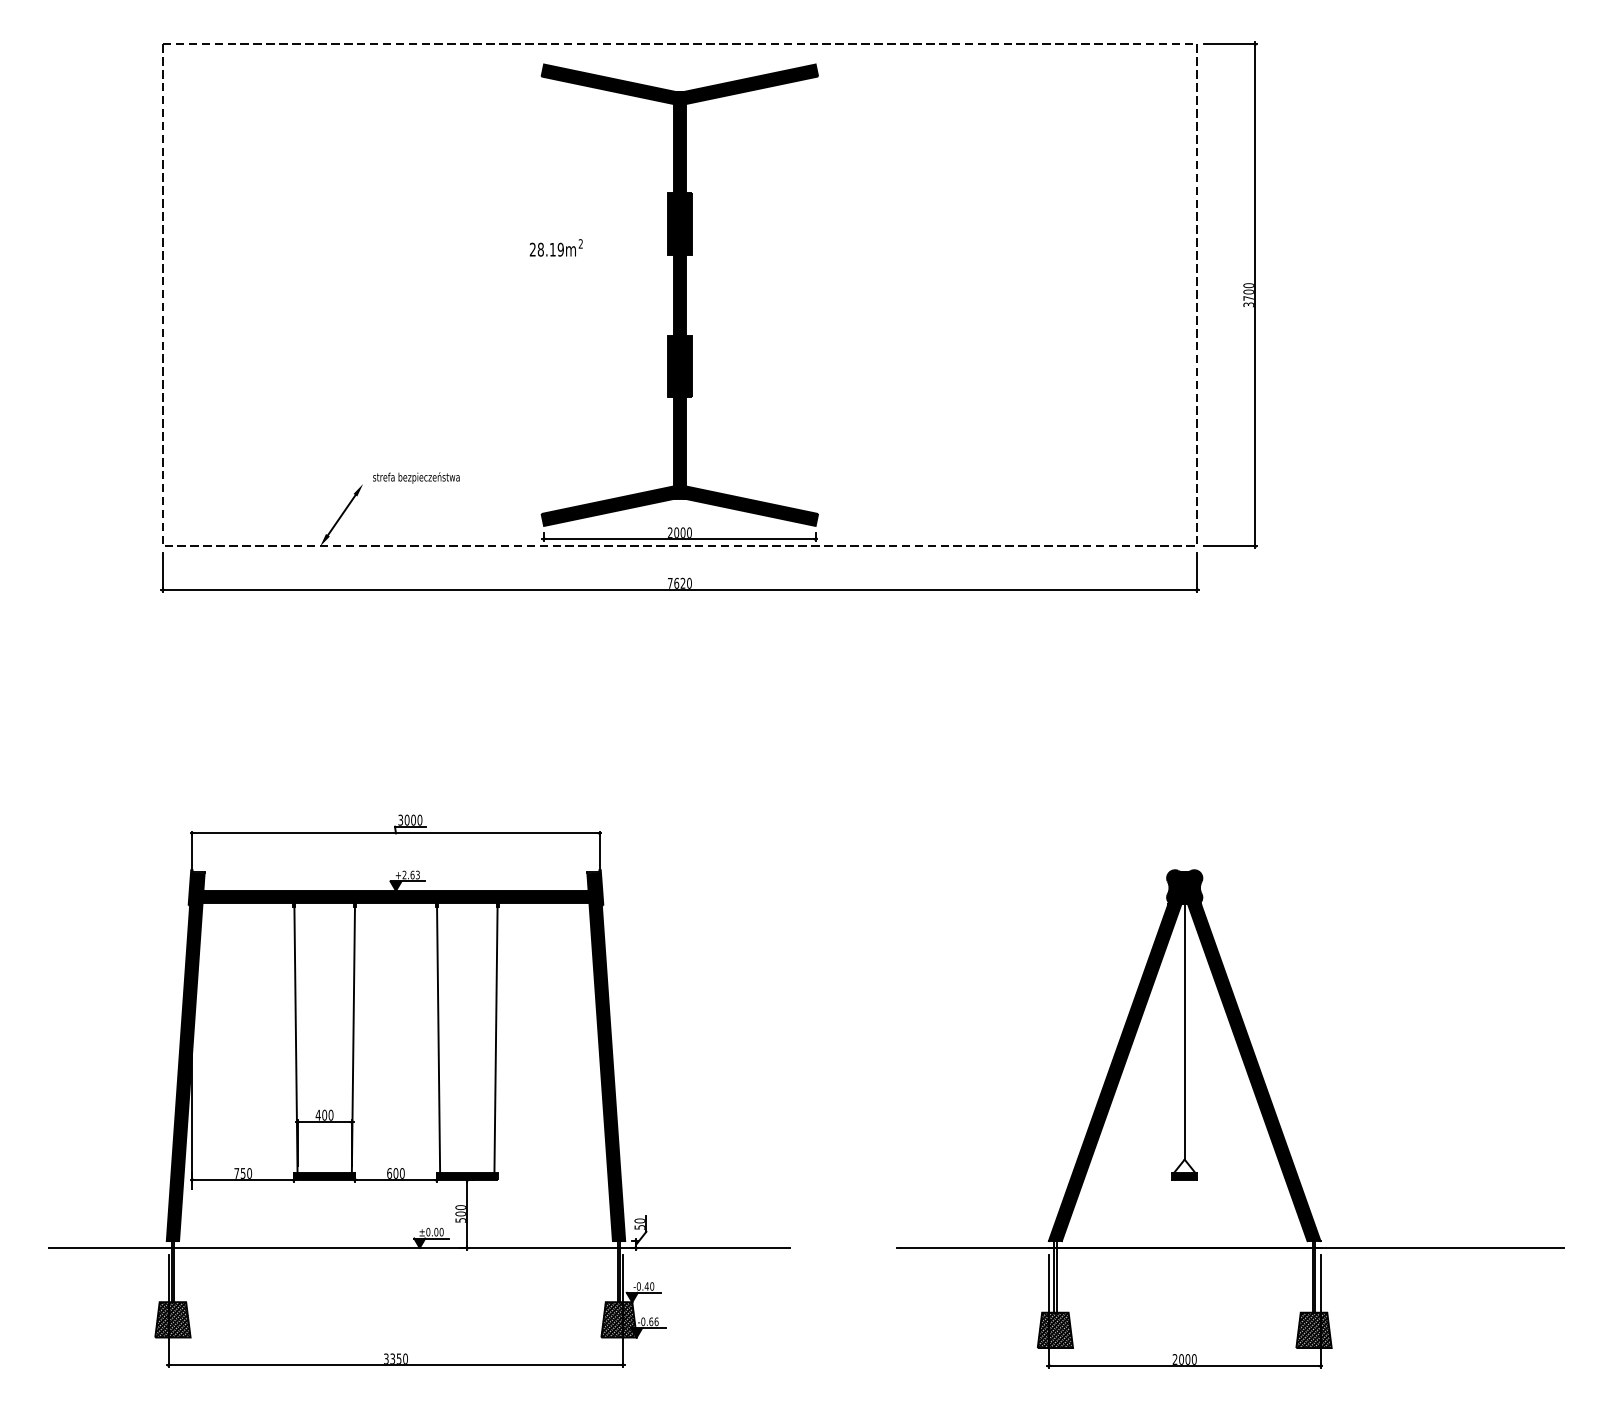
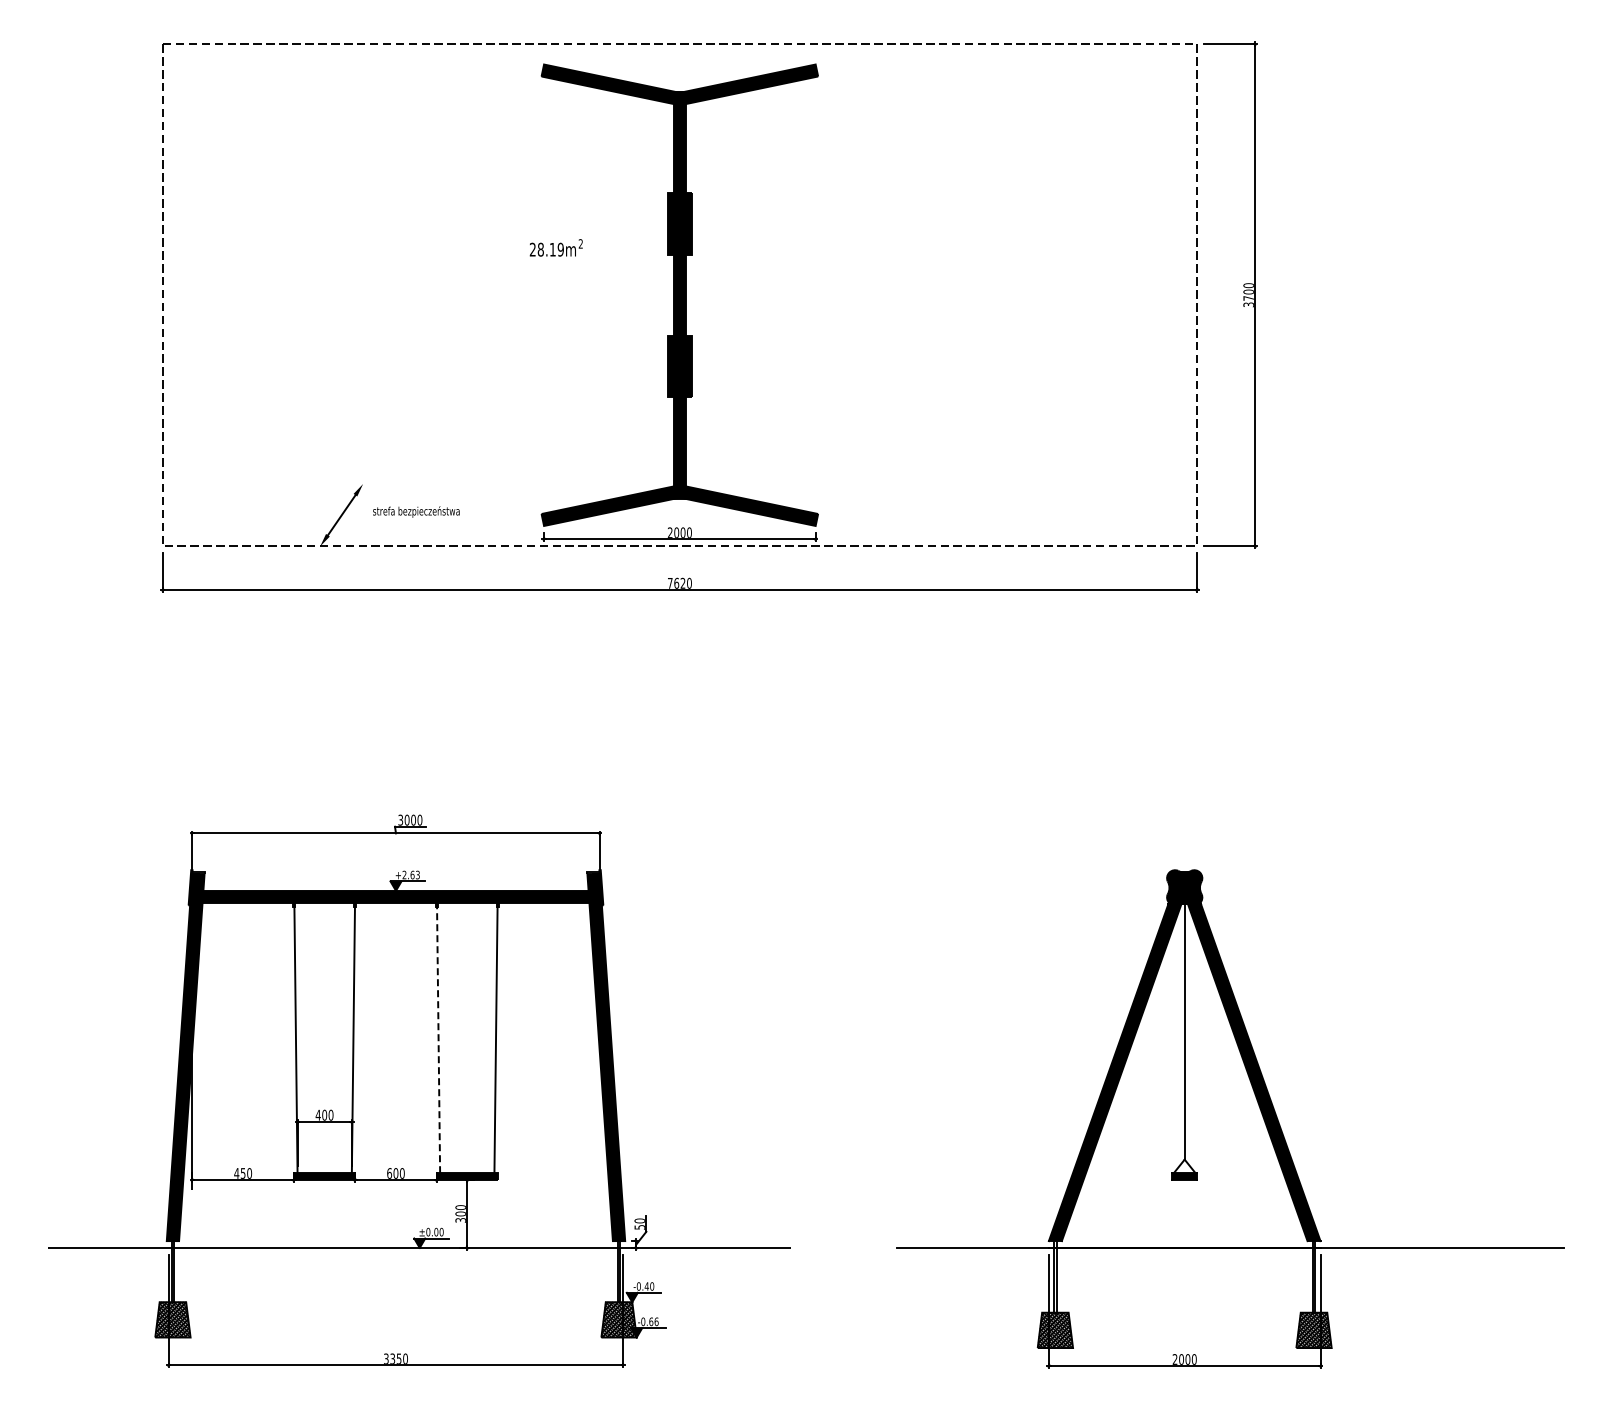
text at (416, 477) position: (416, 477) -> (416, 511)
line at (438, 1037): solid -> dashed
text at (236, 1173): 750 -> 450
text at (460, 1220): 500 -> 300
